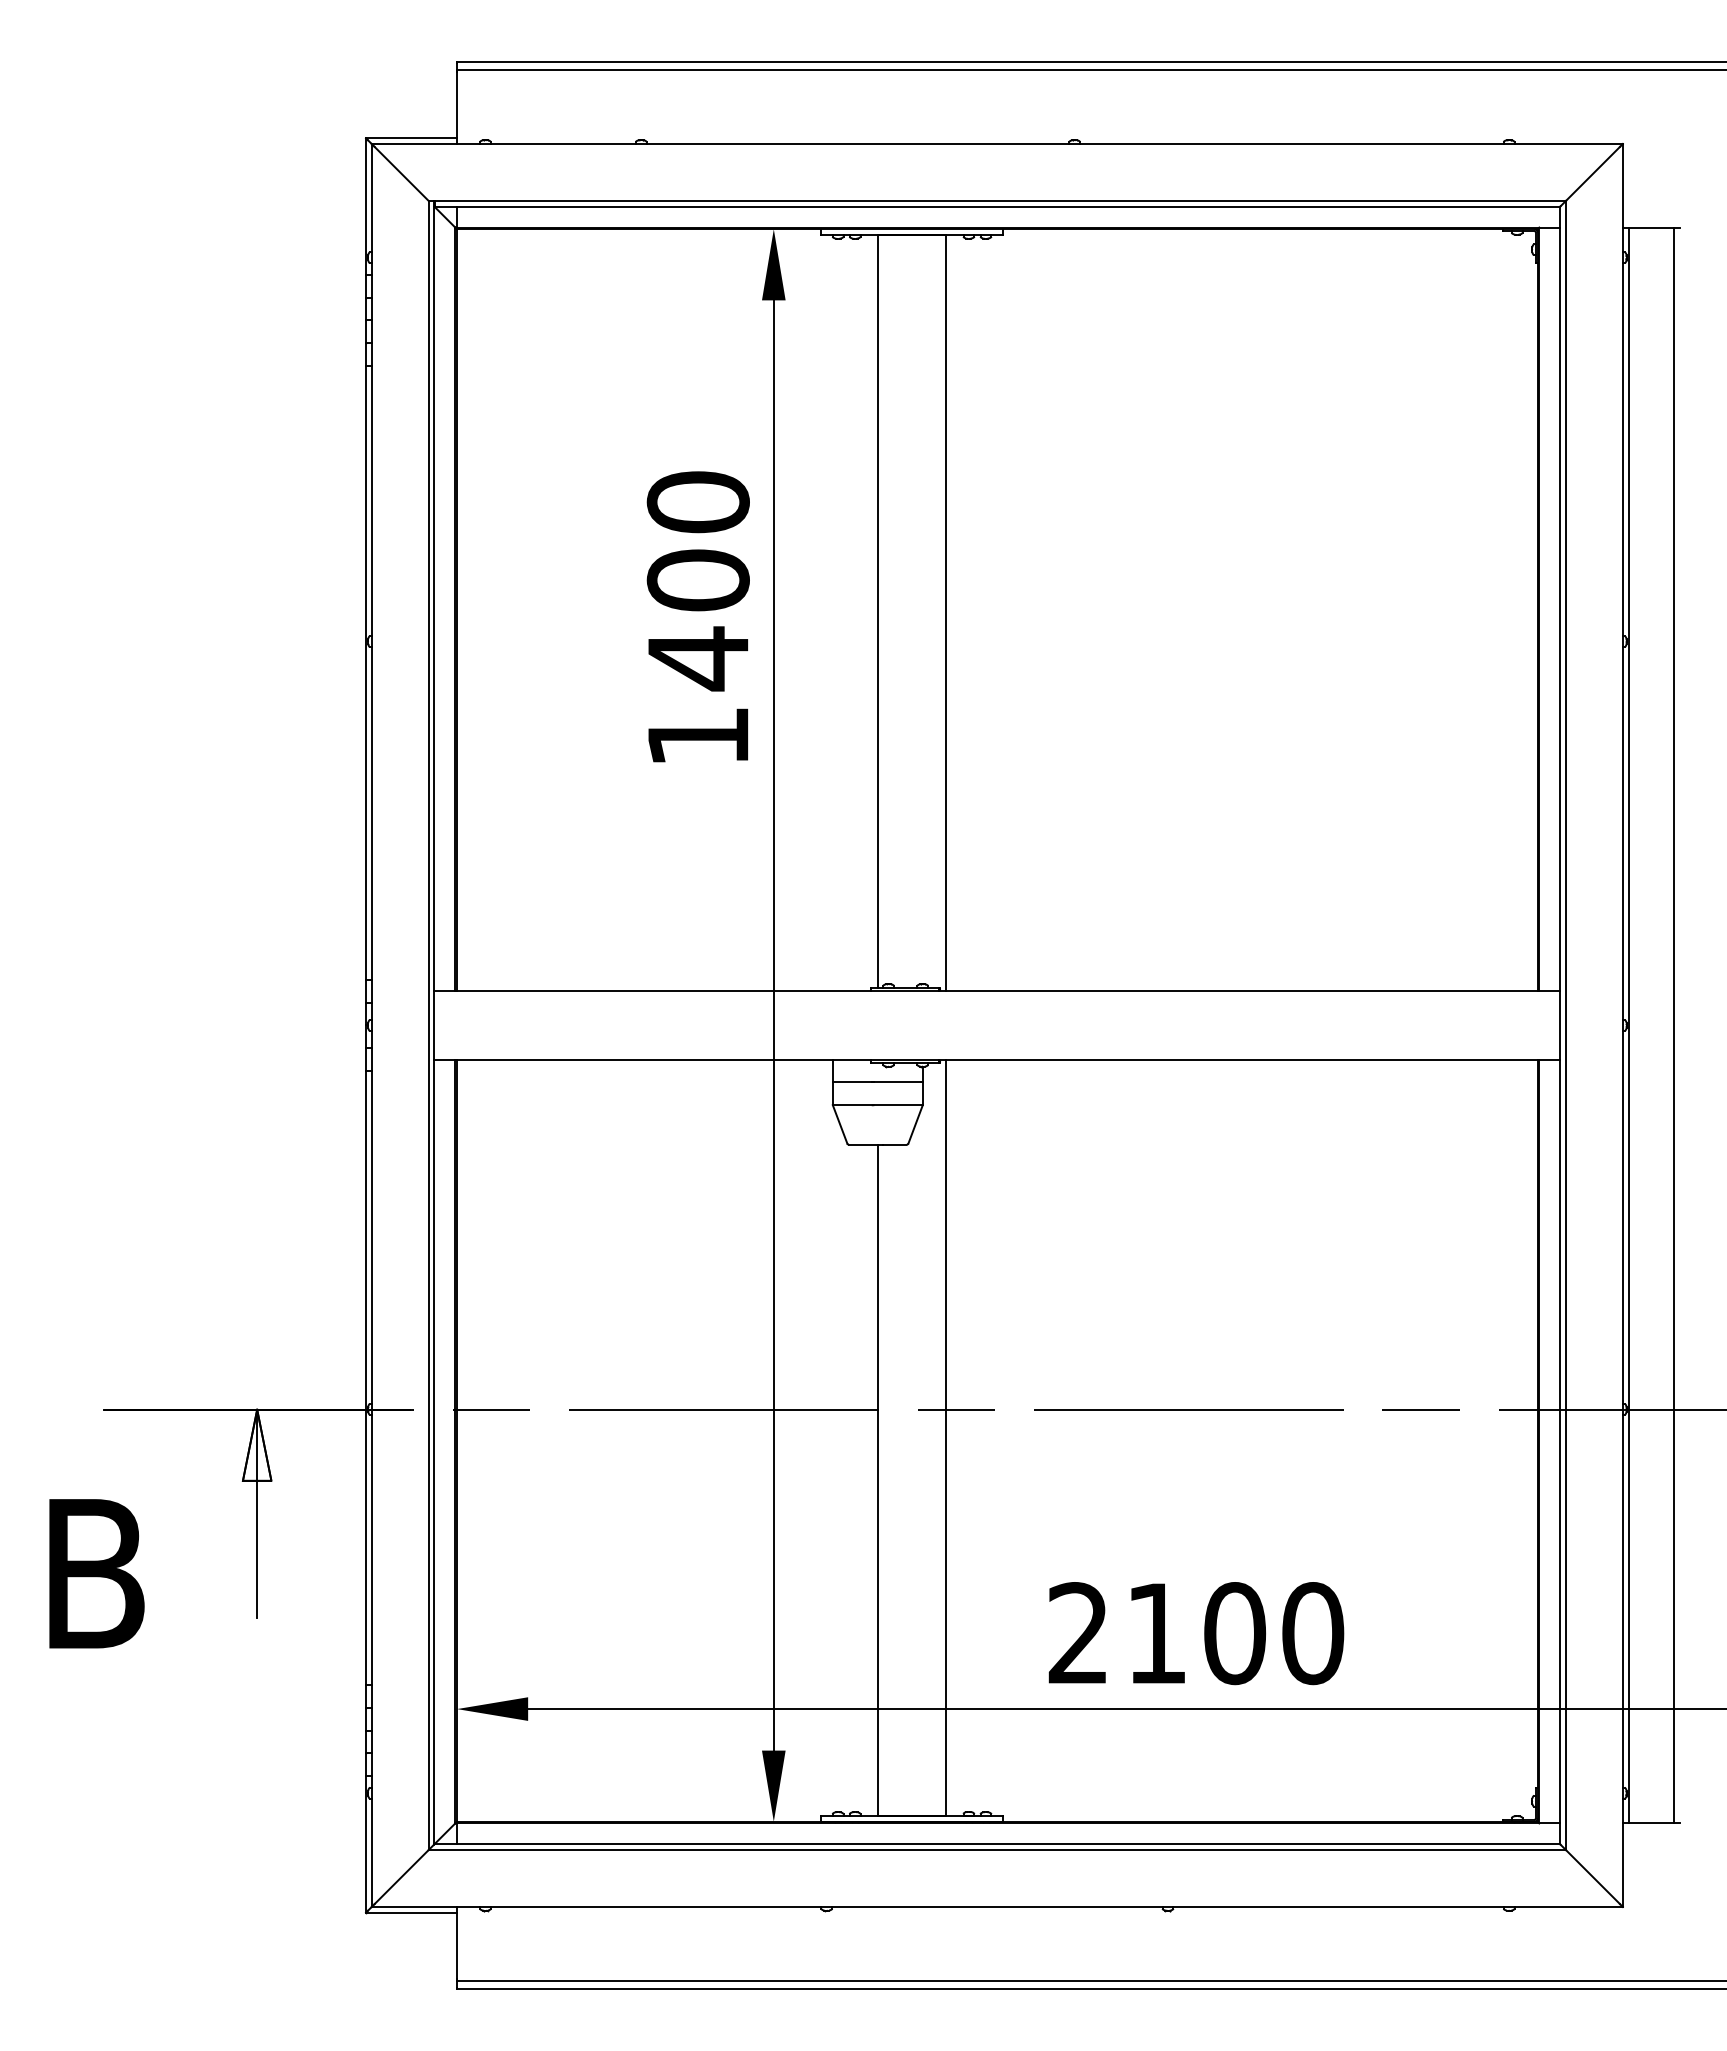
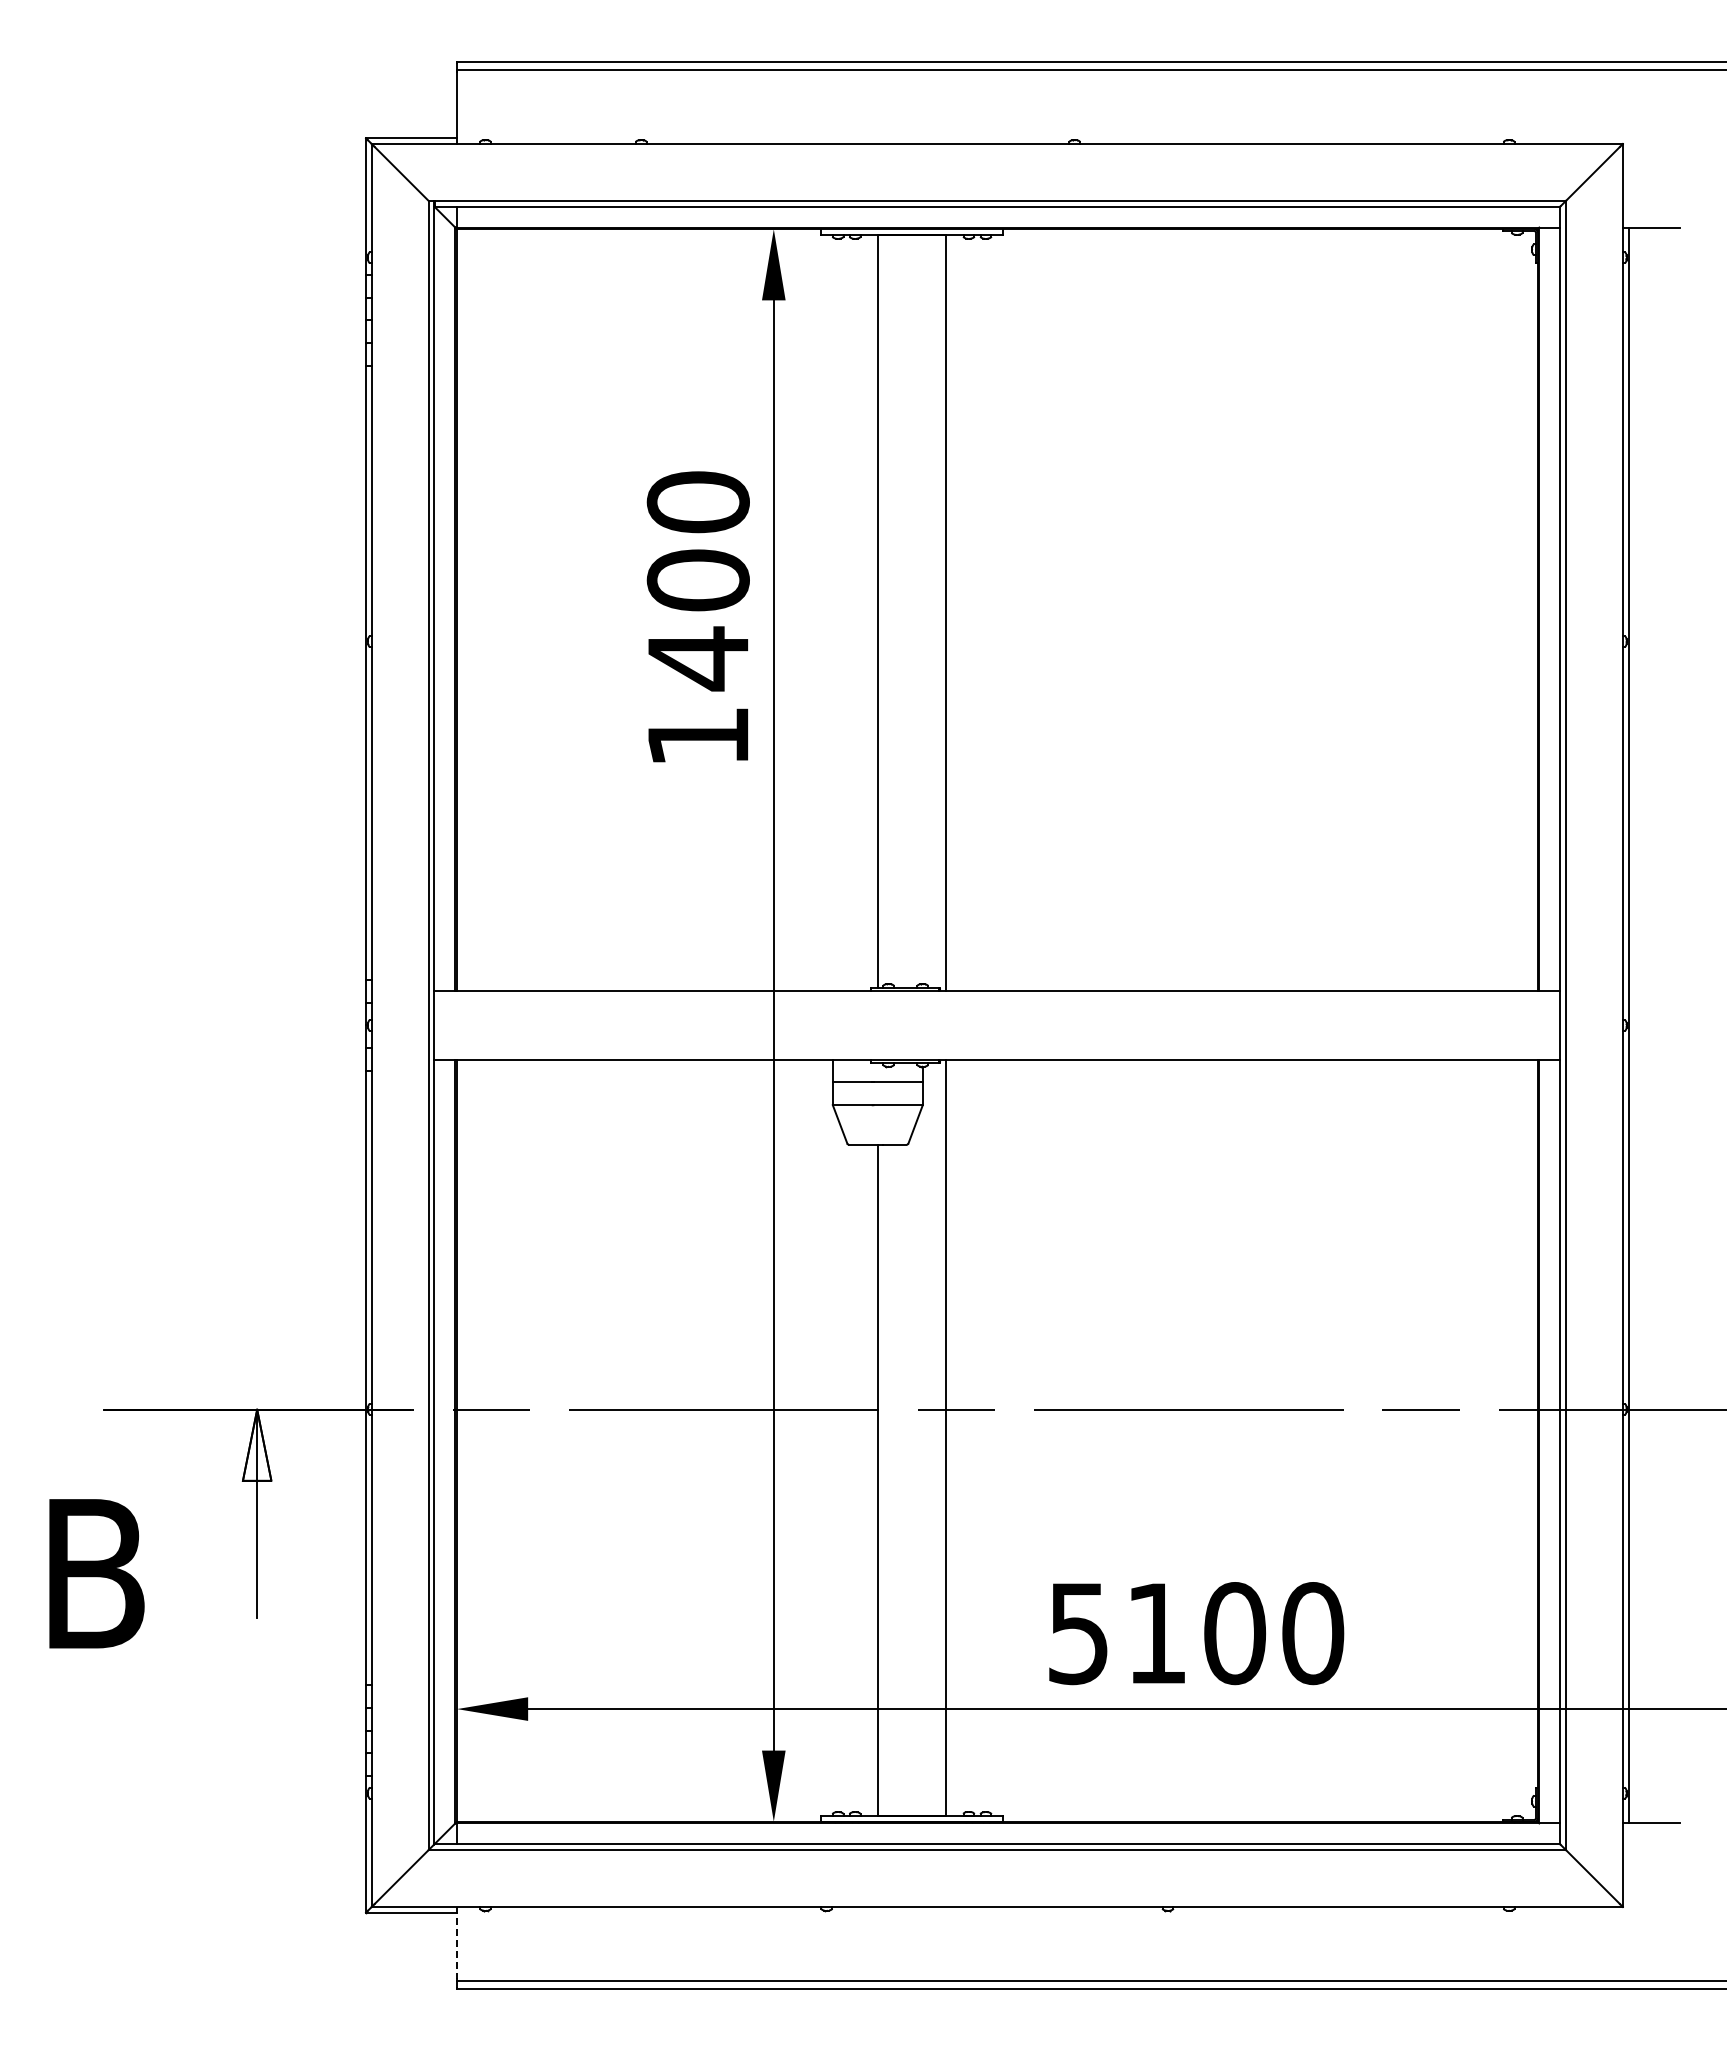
line at (1674, 1025): present -> none
text at (1077, 1633): 2100 -> 5100
line at (457, 1942): solid -> dashed
